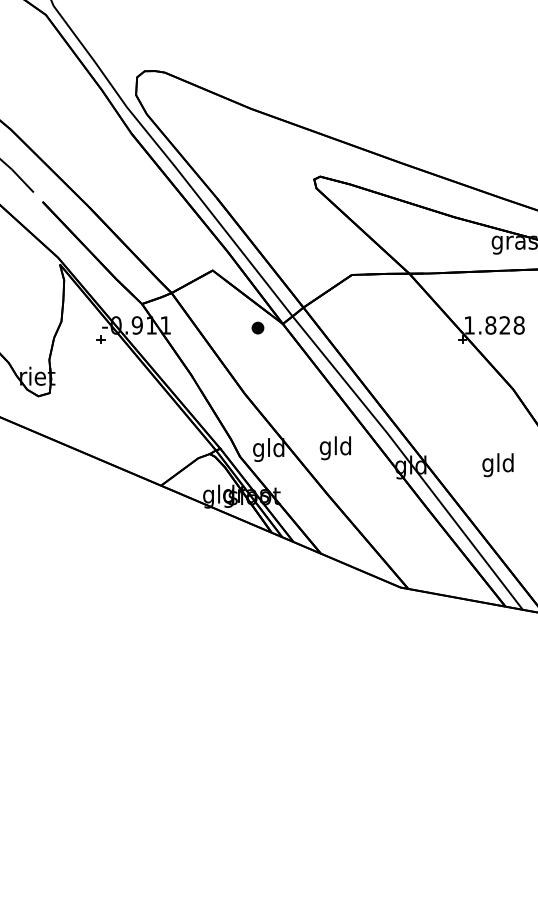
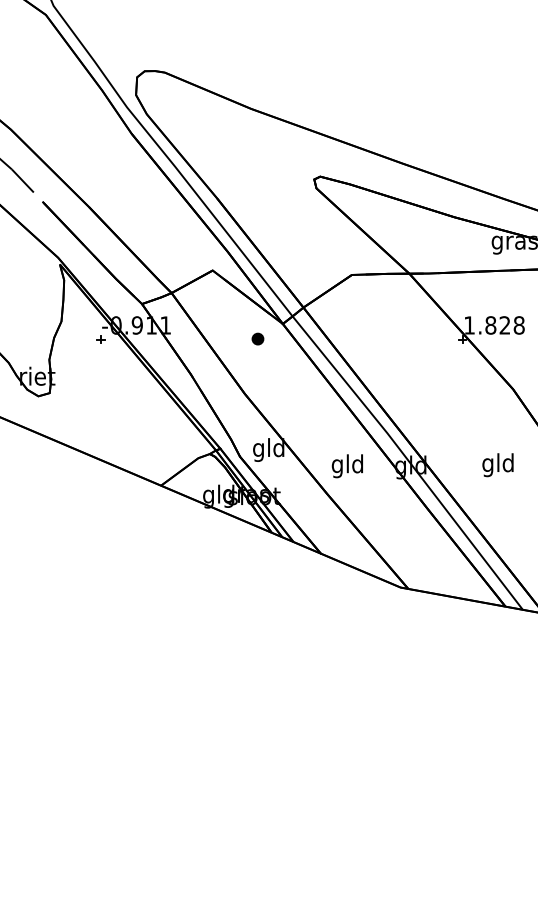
part at (257, 327) position: (257, 327) -> (257, 338)
text at (334, 448) position: (334, 448) -> (346, 466)
